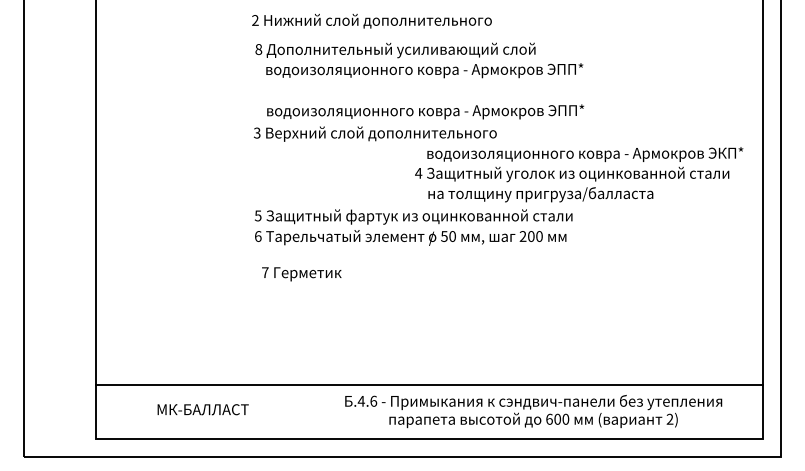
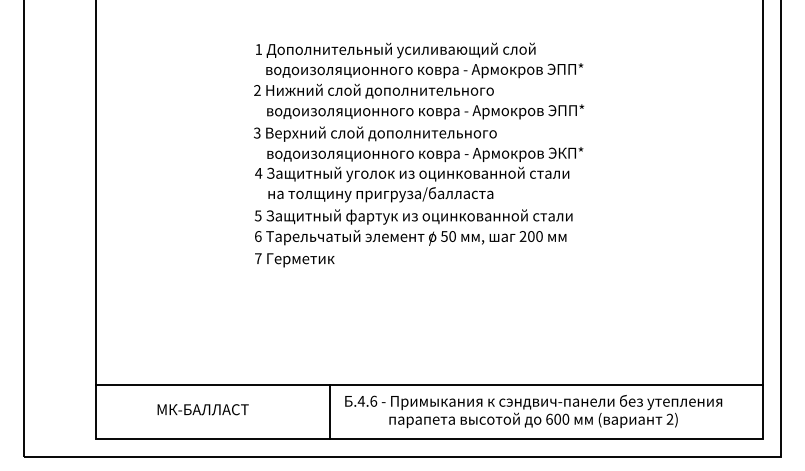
text at (371, 21) position: (371, 21) -> (373, 91)
text at (258, 49): 8 -> 1
text at (579, 174) position: (579, 174) -> (419, 174)
text at (301, 274) position: (301, 274) -> (294, 260)
line at (330, 411): none -> present
